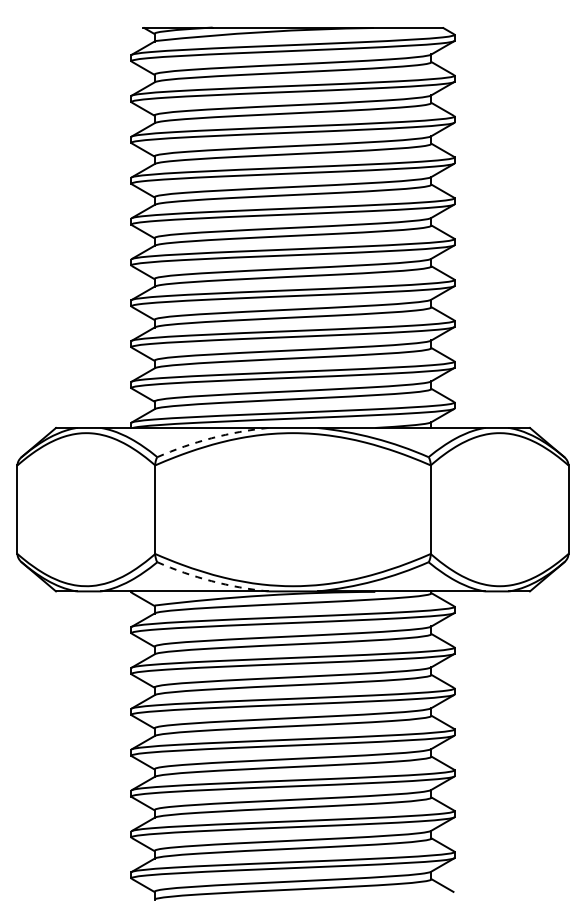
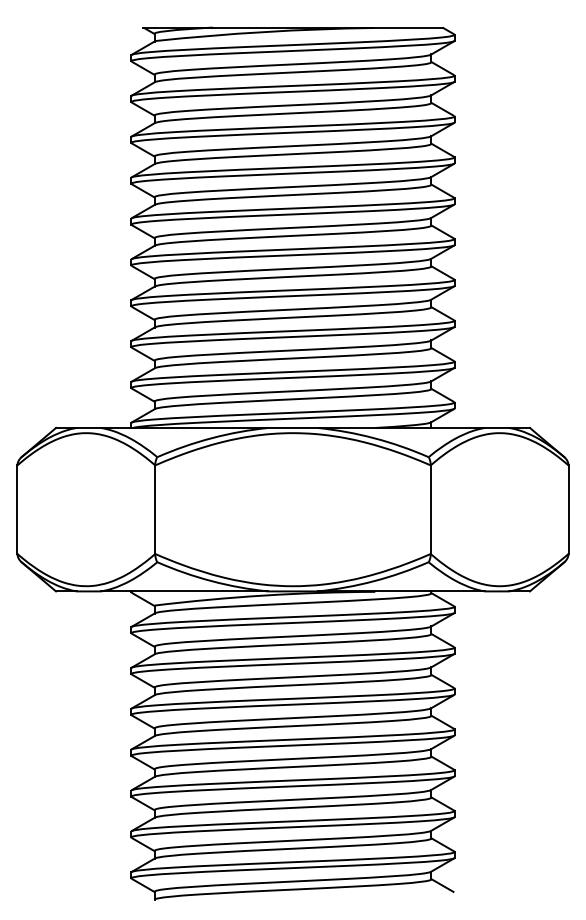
arc at (211, 438): dashed -> solid
arc at (211, 581): dashed -> solid
